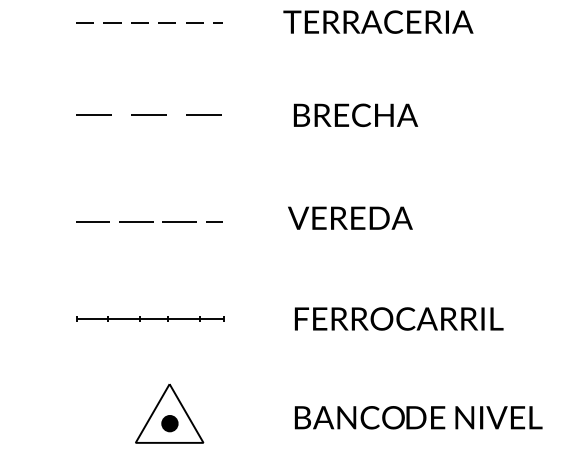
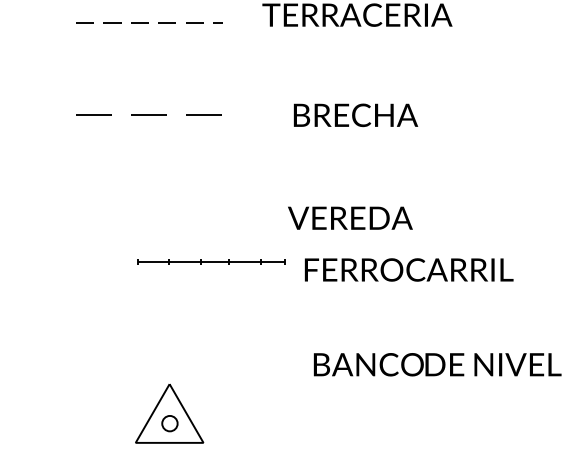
text at (378, 21) position: (378, 21) -> (357, 14)
line at (149, 221): present -> none
part at (150, 318) position: (150, 318) -> (211, 261)
text at (398, 318) position: (398, 318) -> (408, 269)
text at (418, 417) position: (418, 417) -> (437, 364)
fill at (169, 423): present -> none
